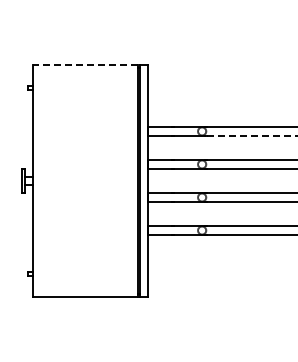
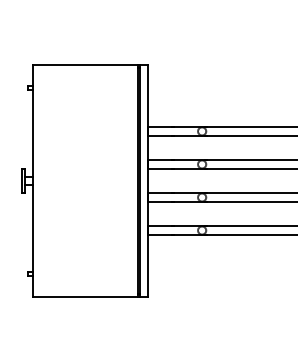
line at (84, 65): dashed -> solid
line at (252, 135): dashed -> solid
